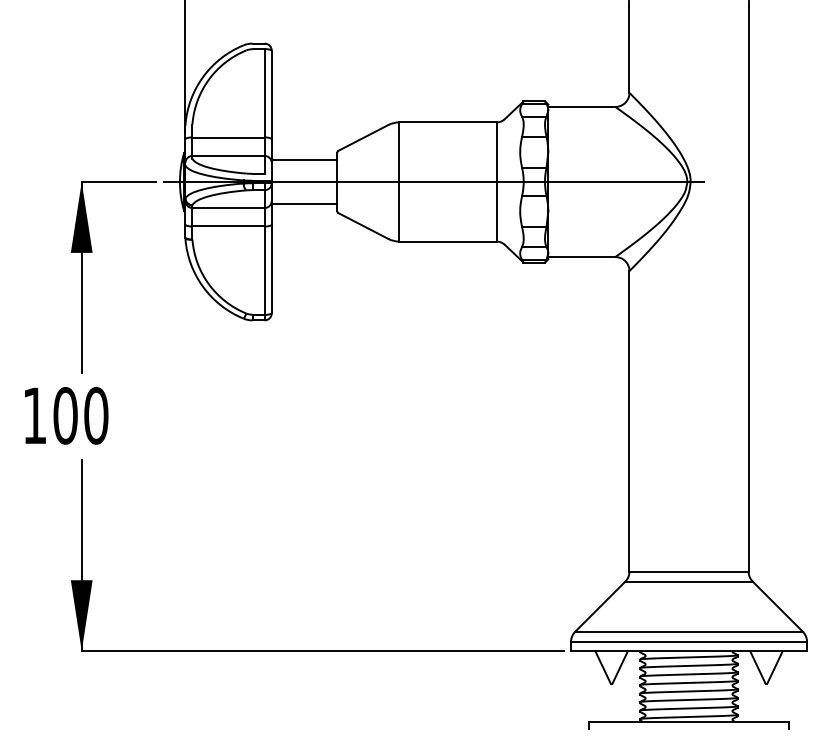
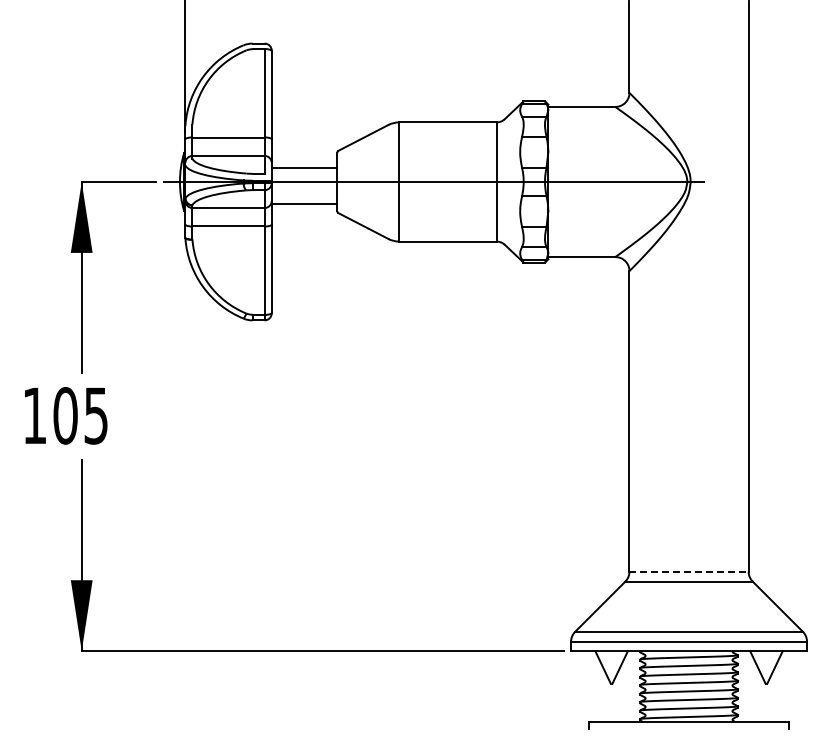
line at (304, 159) position: (304, 159) -> (304, 167)
text at (96, 415): 100 -> 105
line at (689, 571): solid -> dashed
